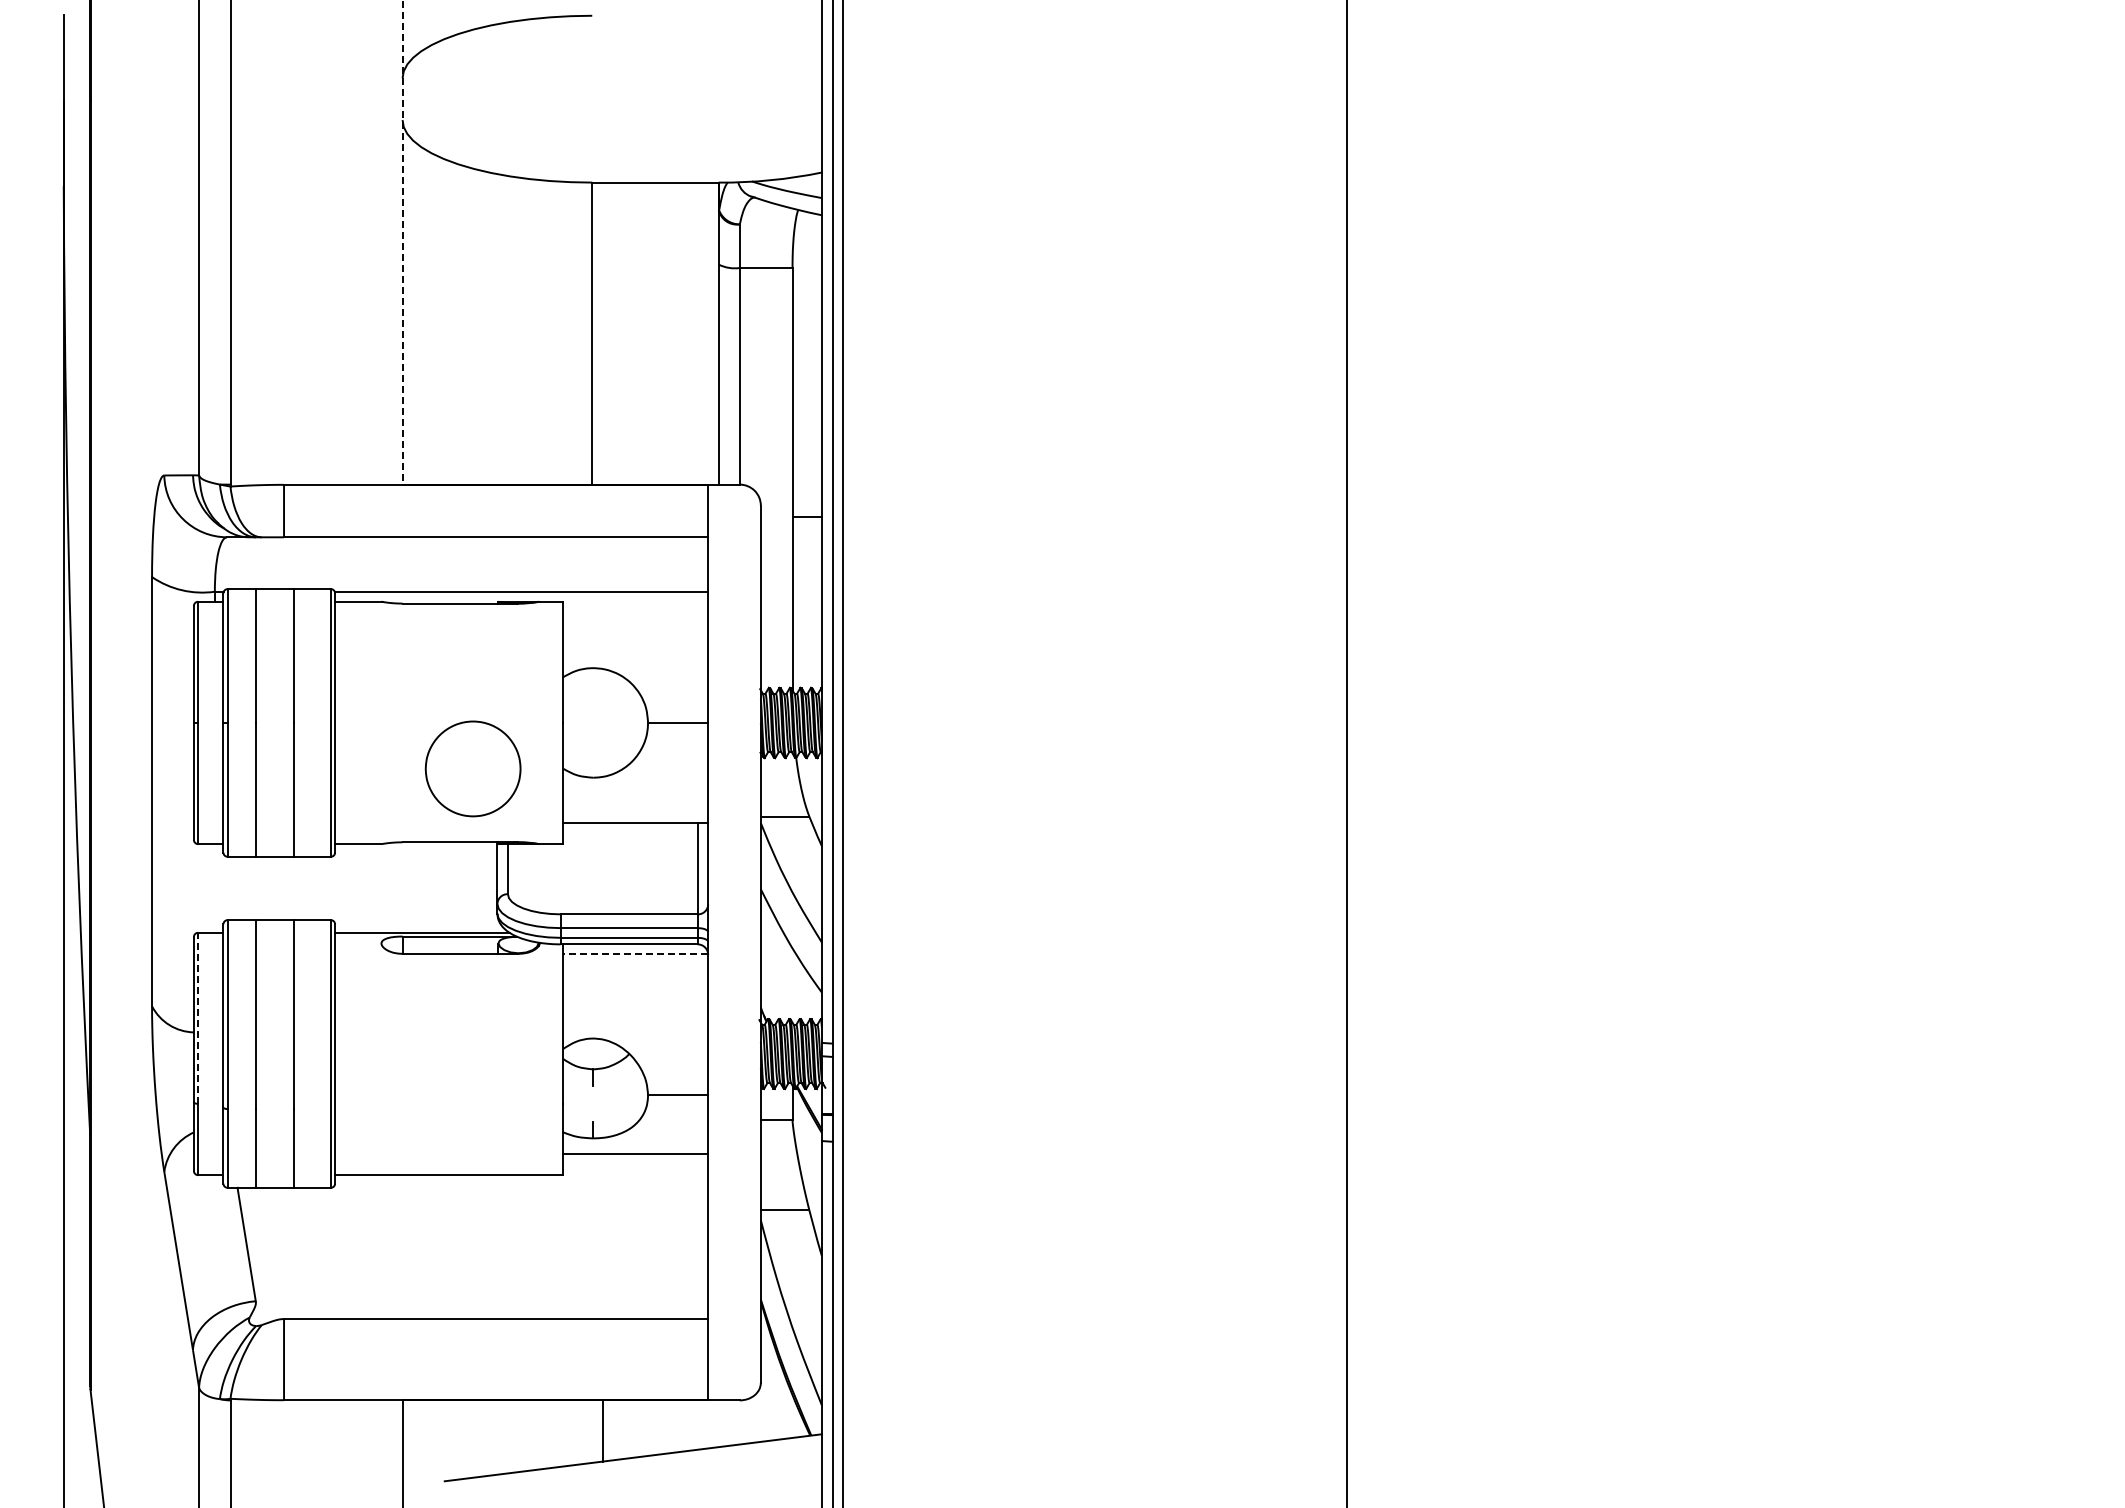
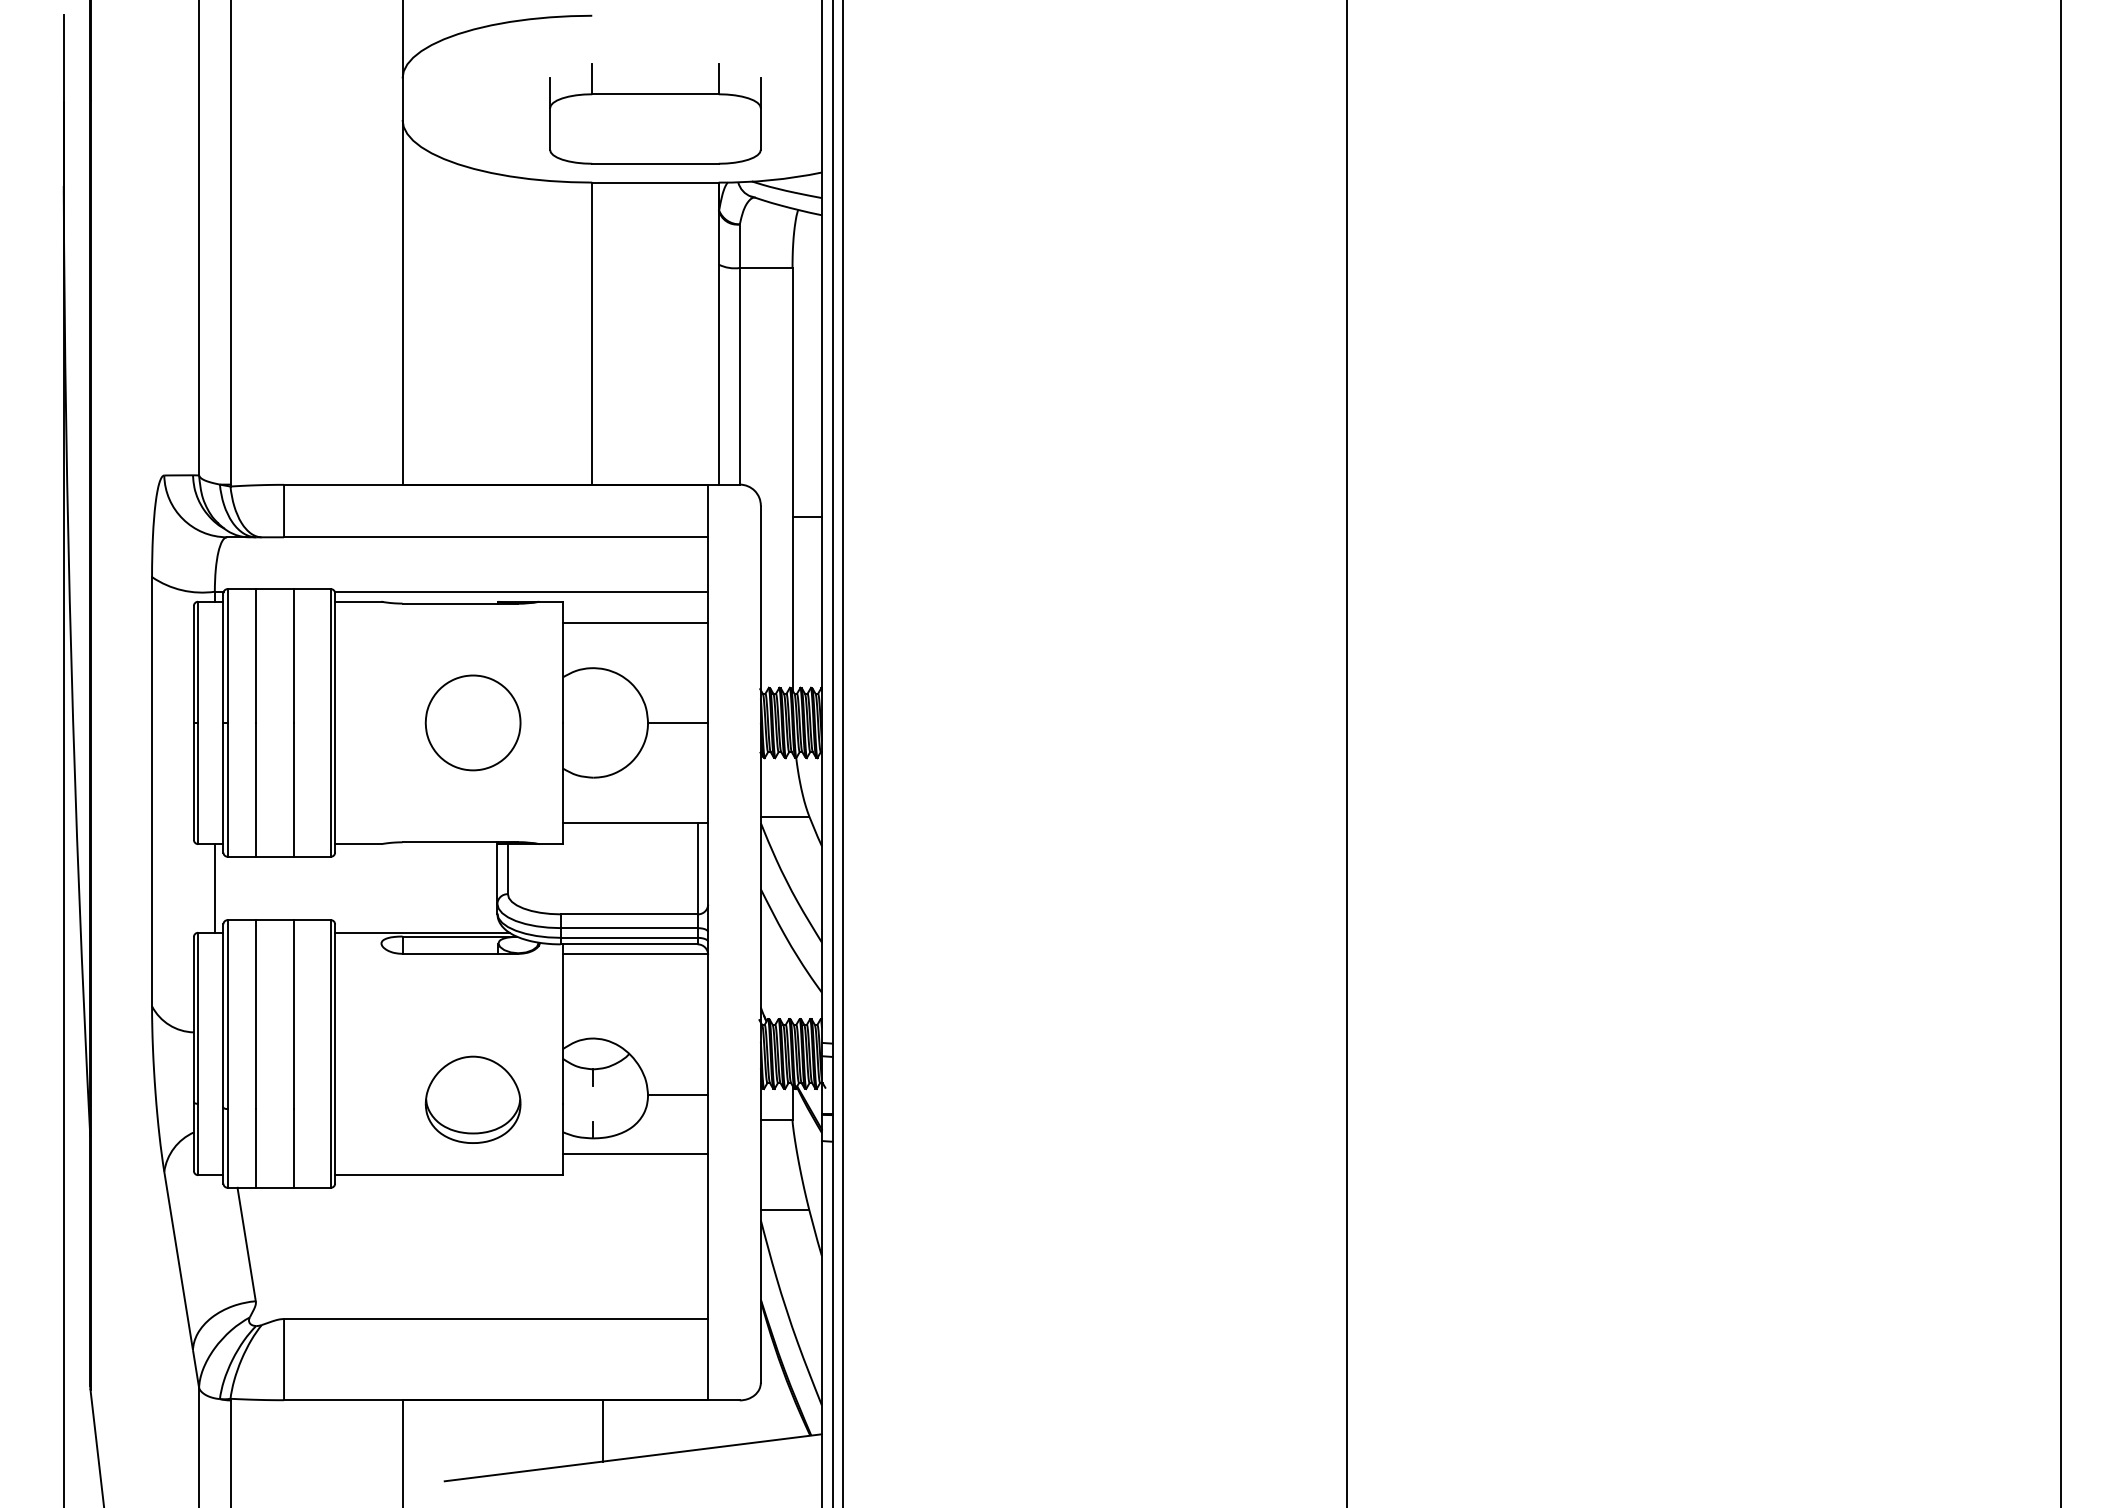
part at (655, 113): none -> present
line at (402, 242): dashed -> solid
line at (635, 622): none -> present
line at (2061, 753): none -> present
part at (472, 768) position: (472, 768) -> (472, 722)
line at (214, 888): none -> present
line at (635, 953): dashed -> solid
line at (198, 1018): dashed -> solid
part at (472, 1099): none -> present
